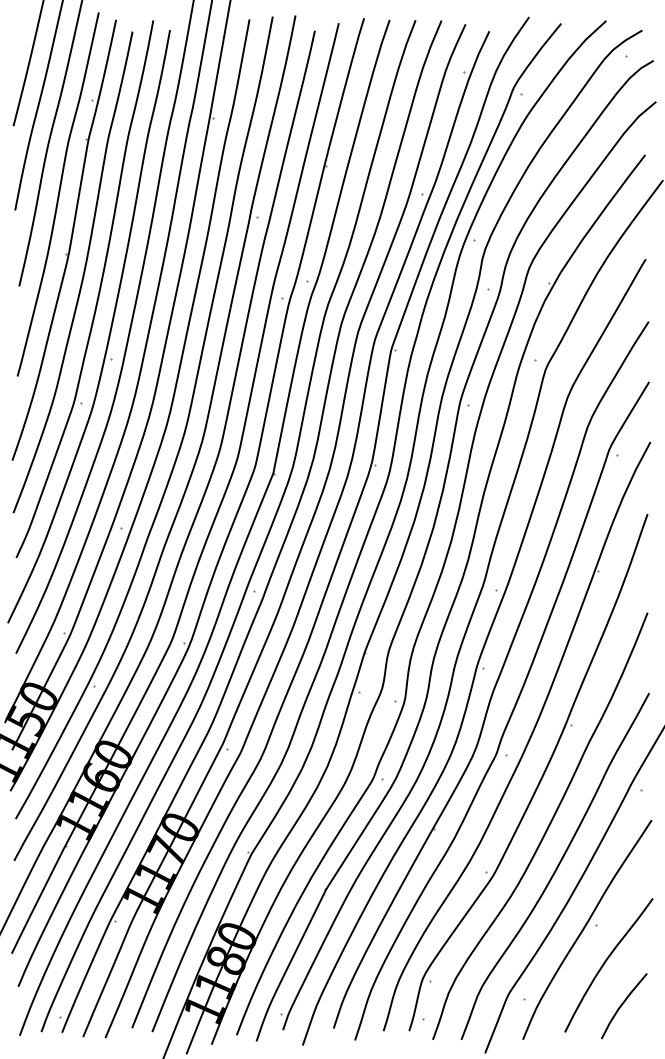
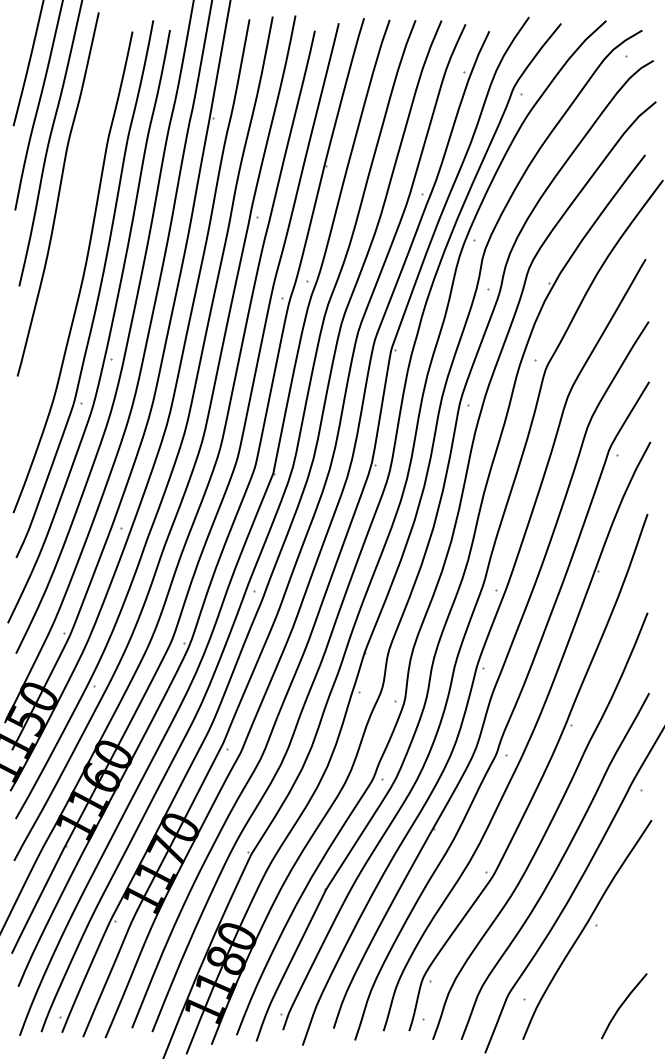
part at (70, 239): present -> none
curve at (605, 963): present -> none
